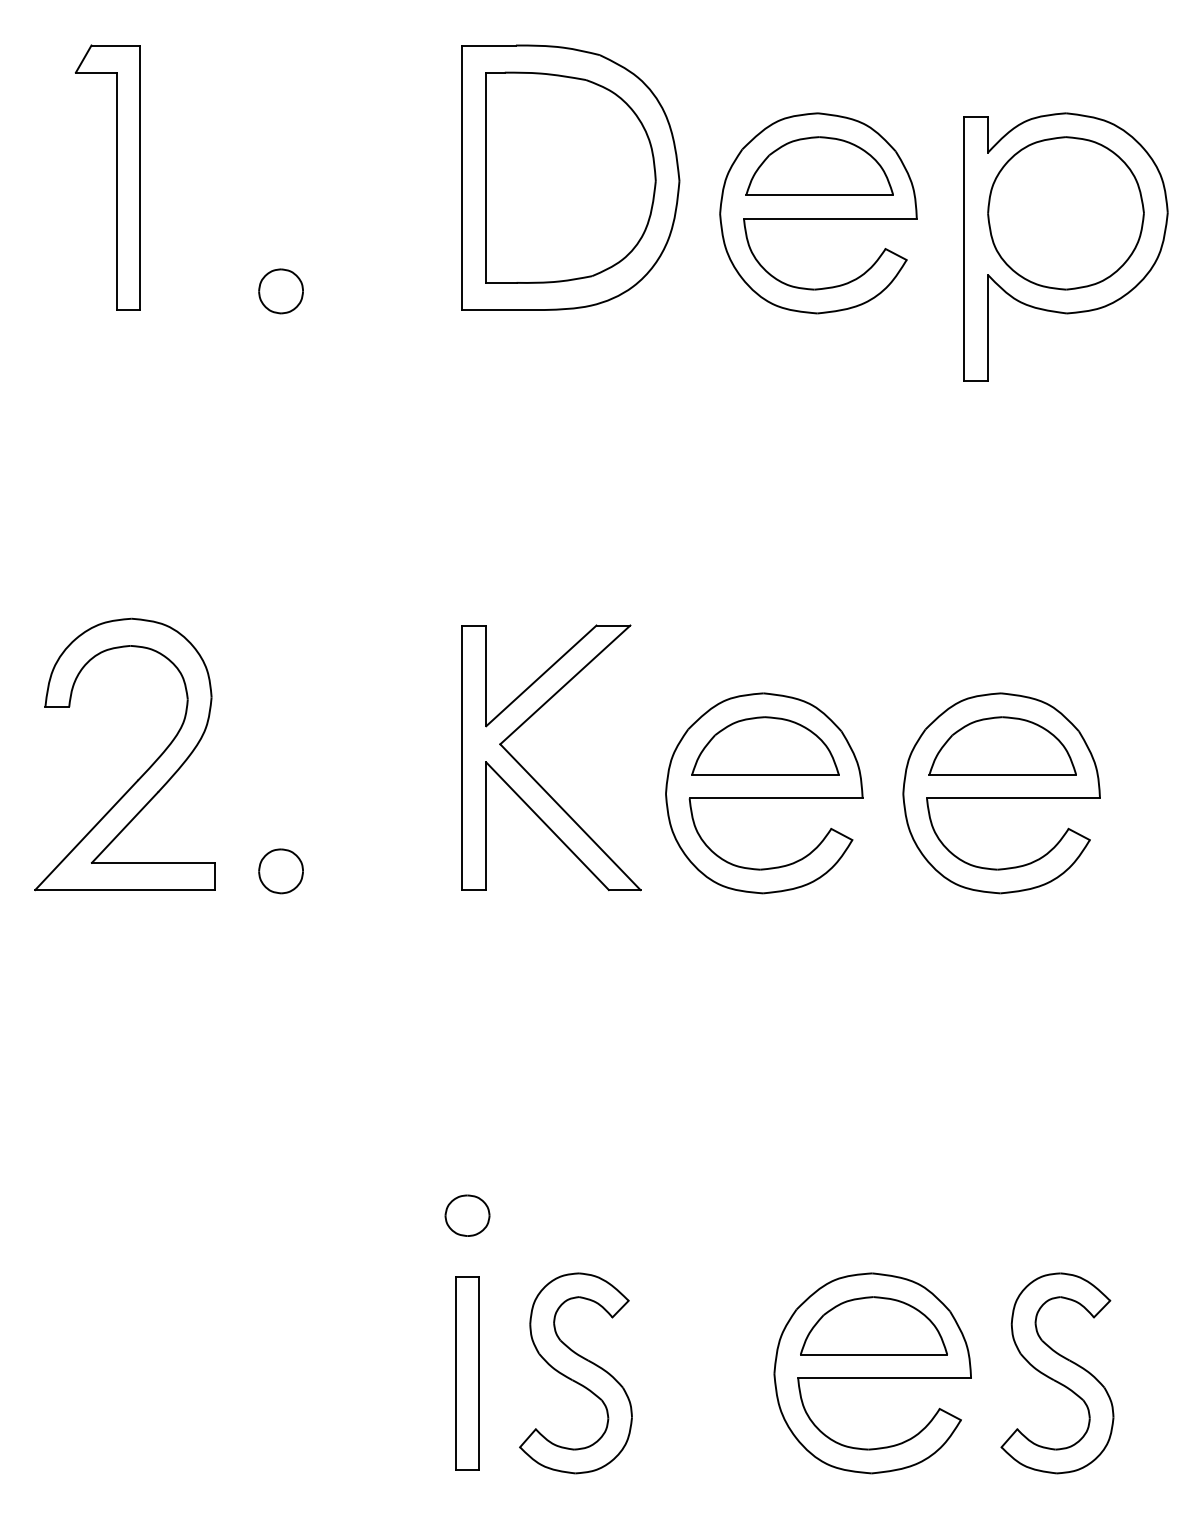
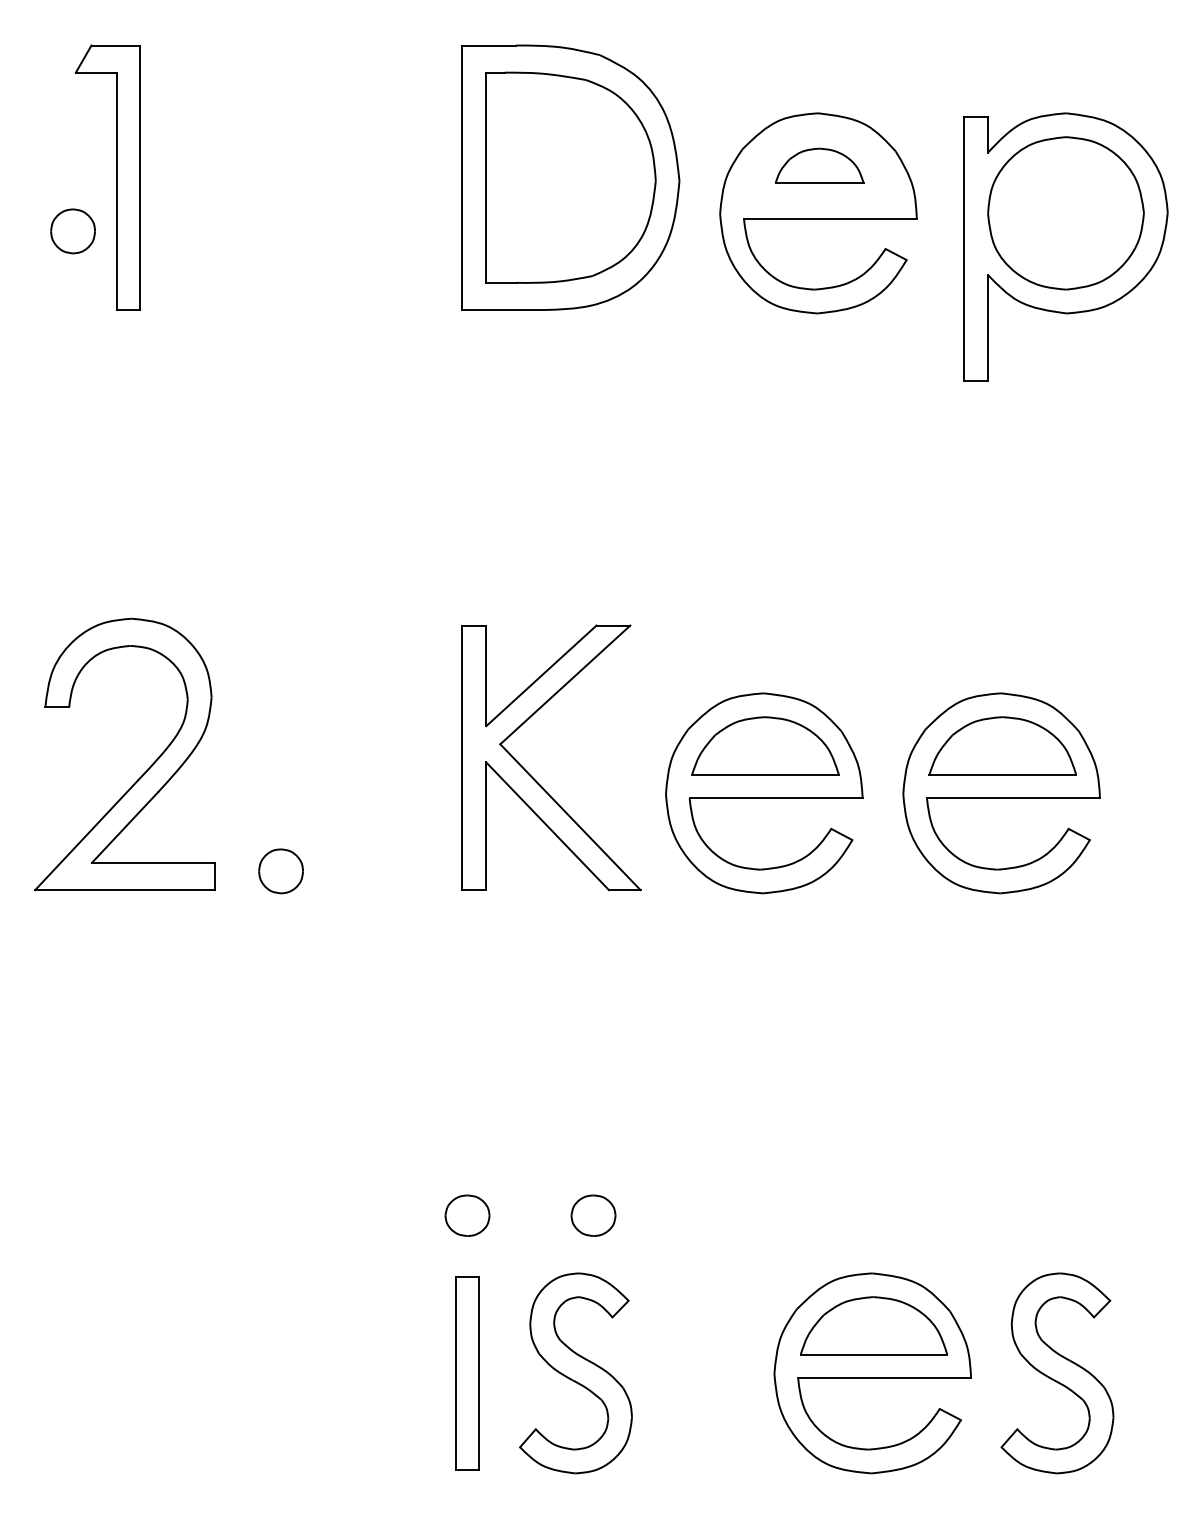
part at (819, 165) size: 149x60 px -> 90x37 px
part at (280, 291) position: (280, 291) -> (72, 231)
part at (593, 1215): none -> present
